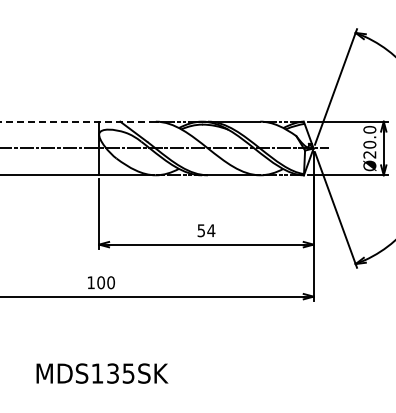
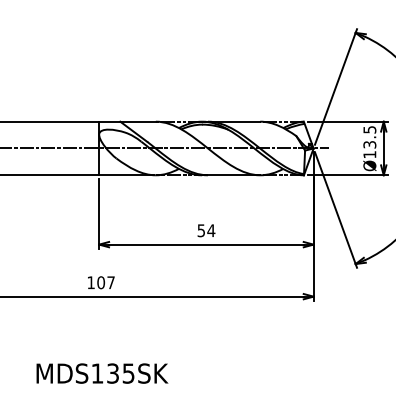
line at (77, 121): dashed -> solid
text at (369, 142): Ø20.0 -> Ø13.5
text at (110, 282): 100 -> 107
